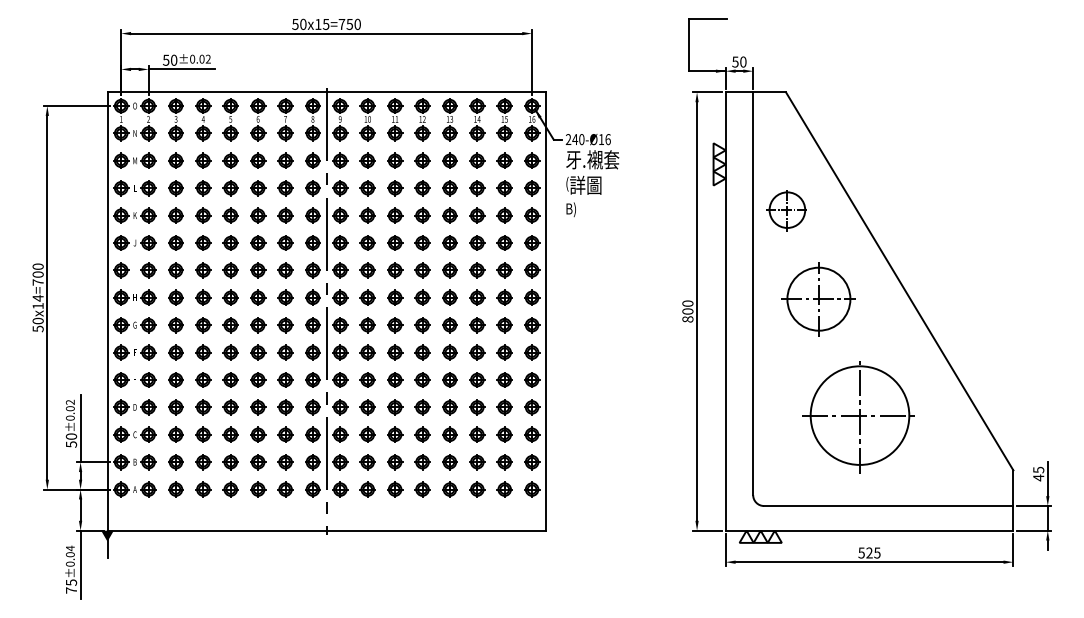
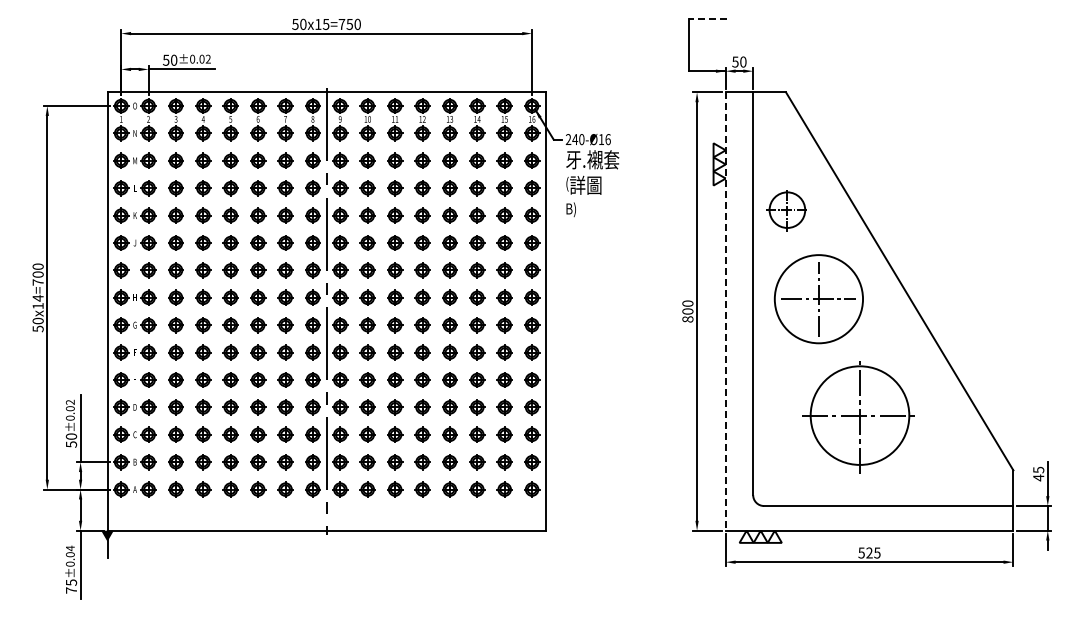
line at (708, 18): solid -> dashed
circle at (818, 298) diameter: 63 px -> 88 px
line at (725, 312): solid -> dashed
